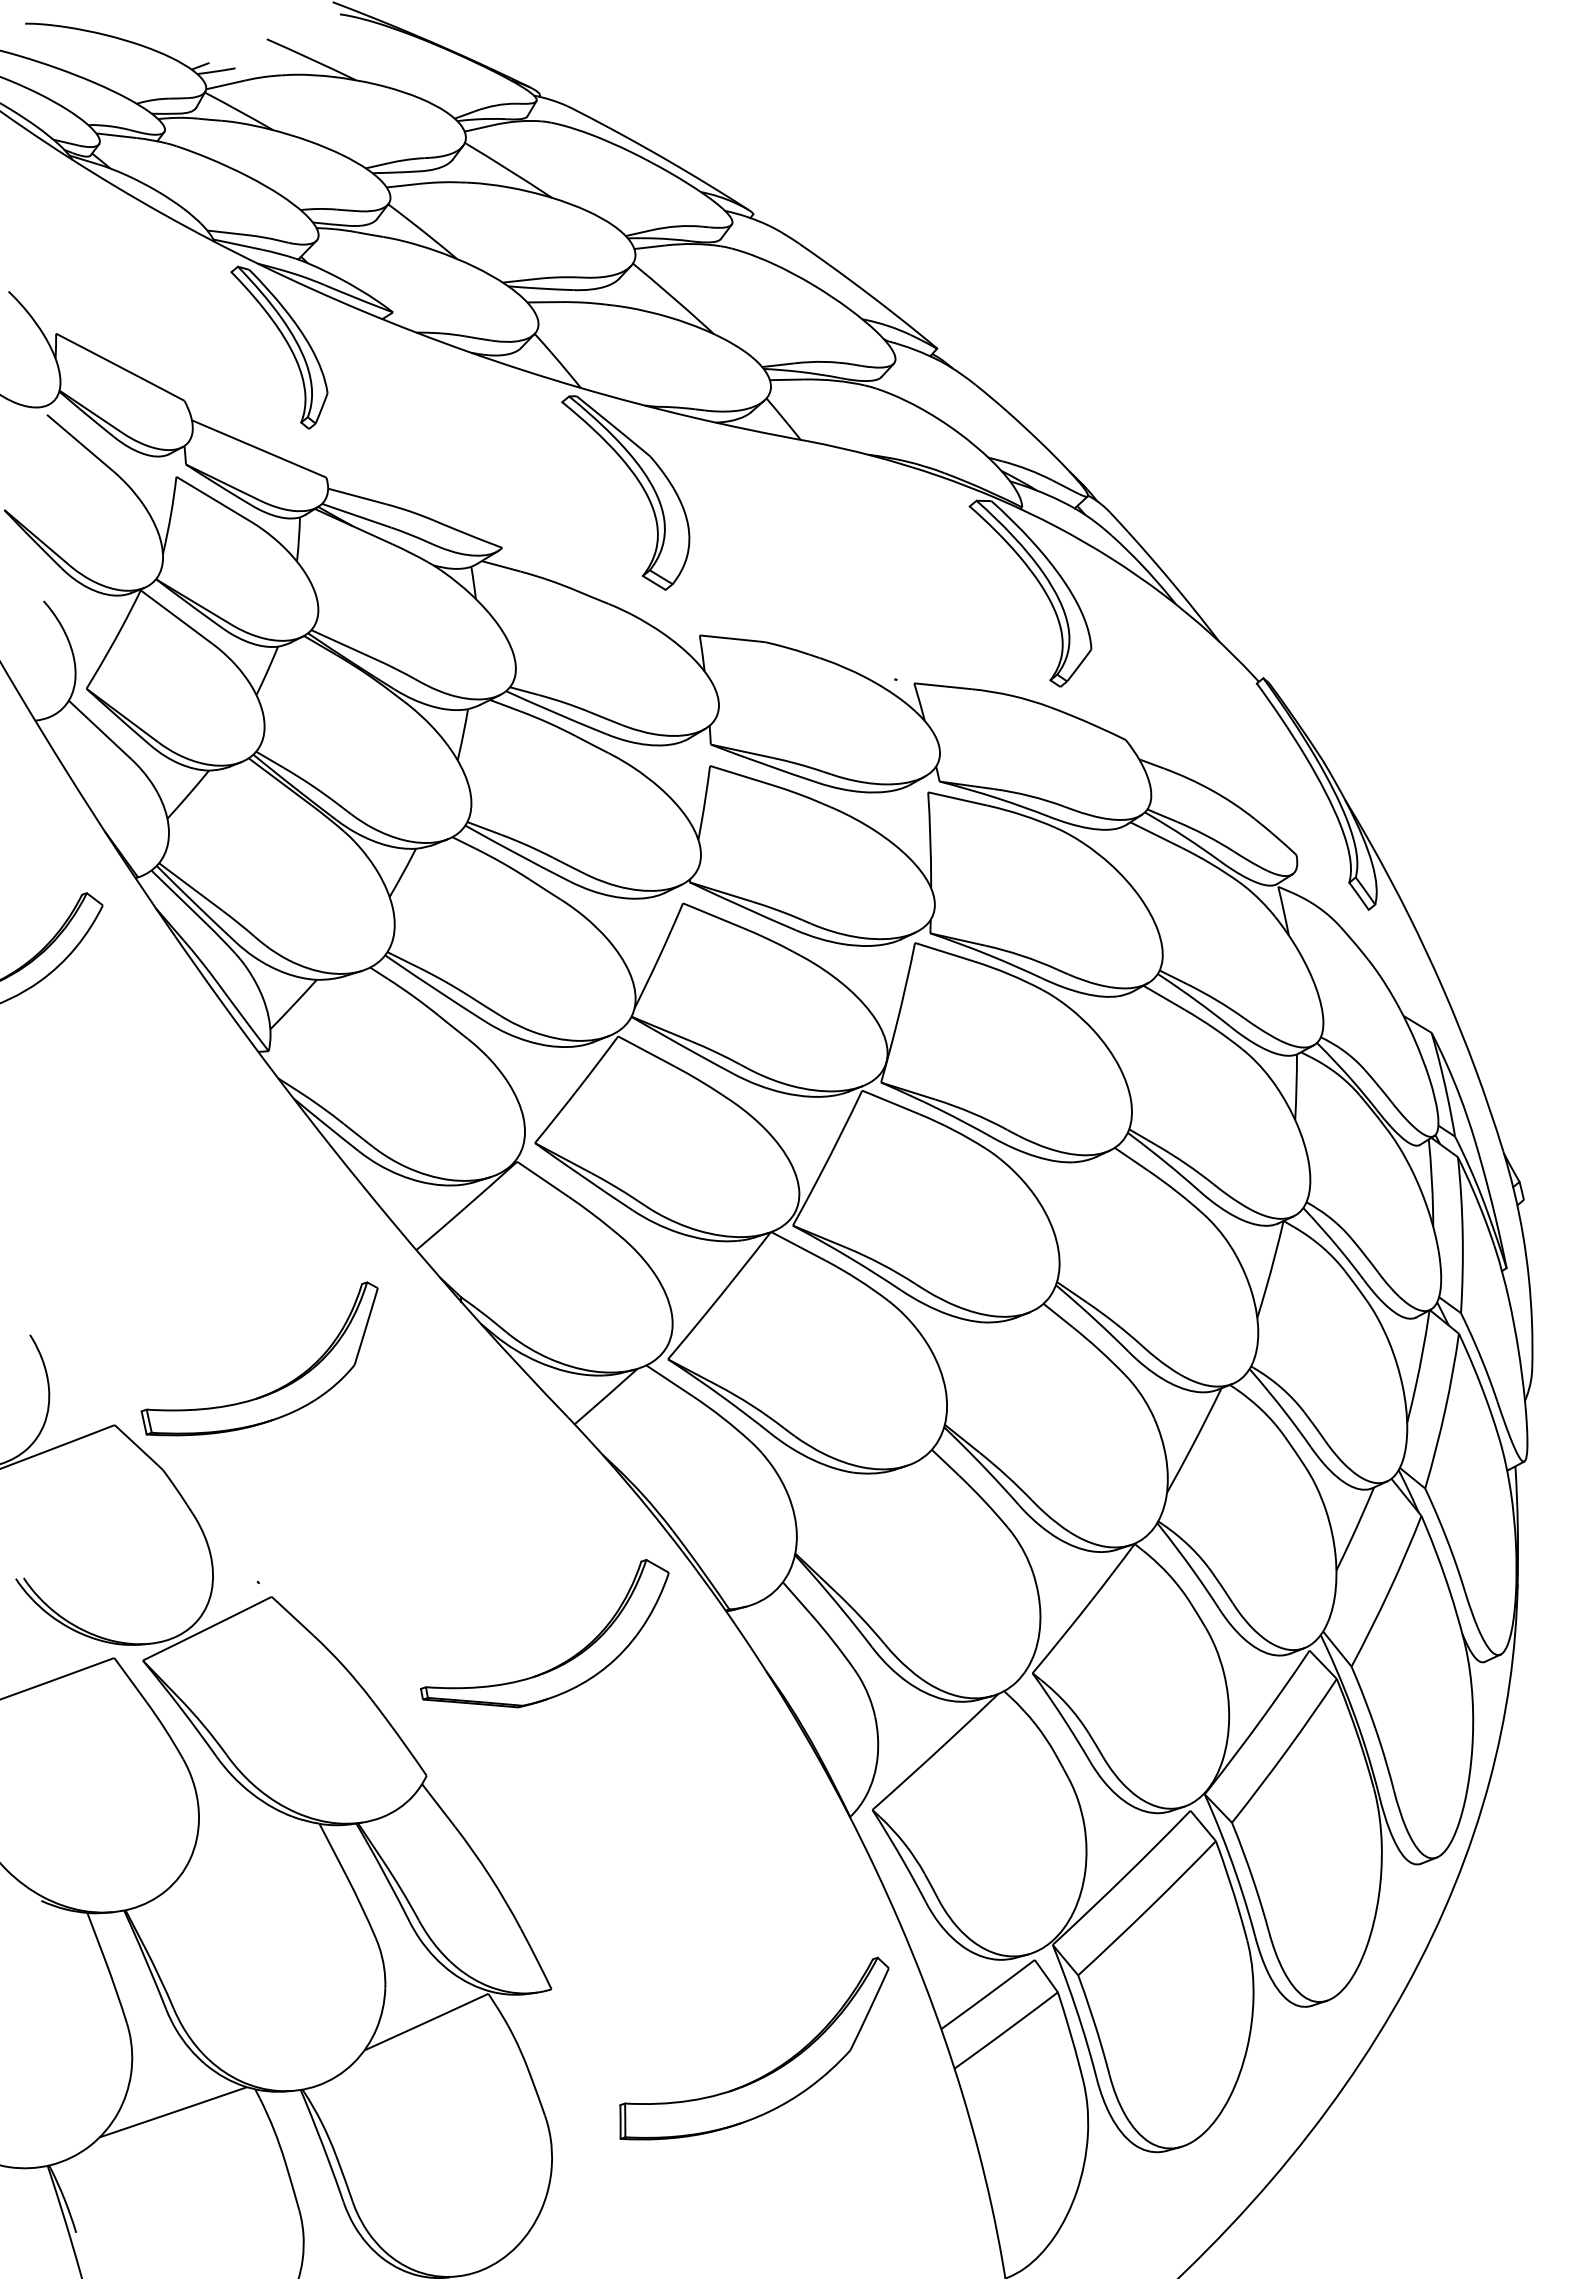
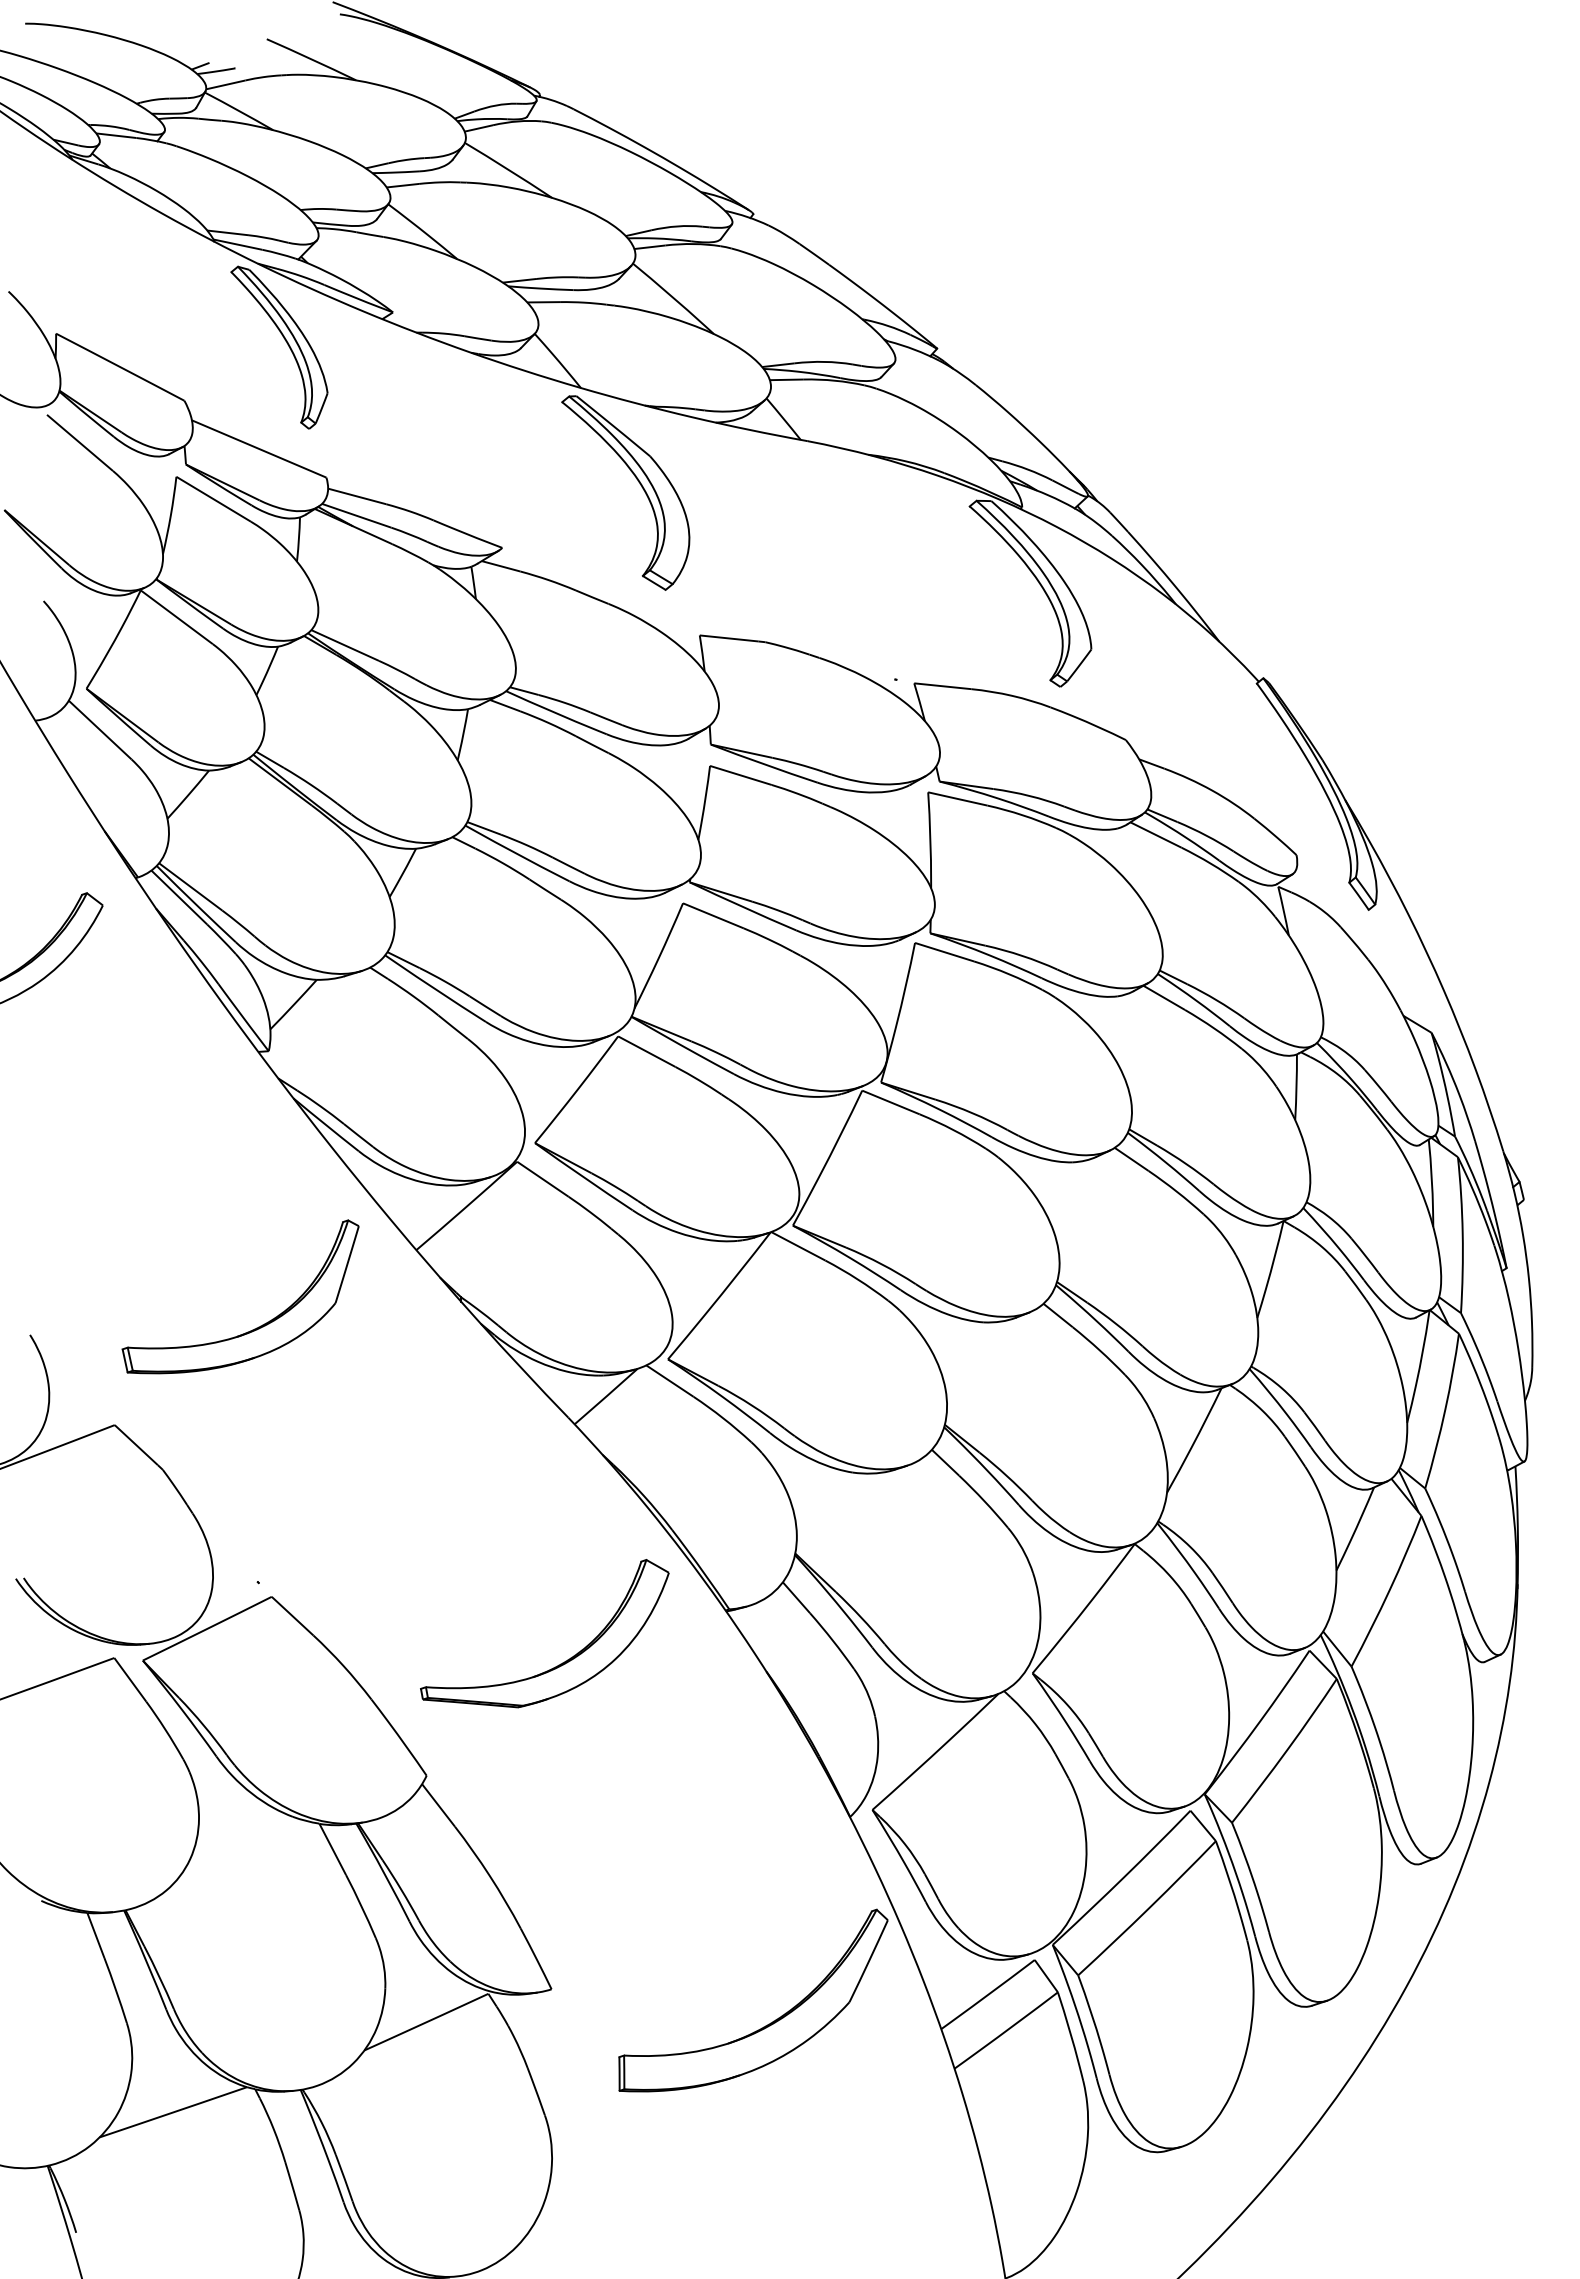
part at (275, 1389) position: (275, 1389) -> (256, 1327)
part at (766, 2073) position: (766, 2073) -> (765, 2025)
